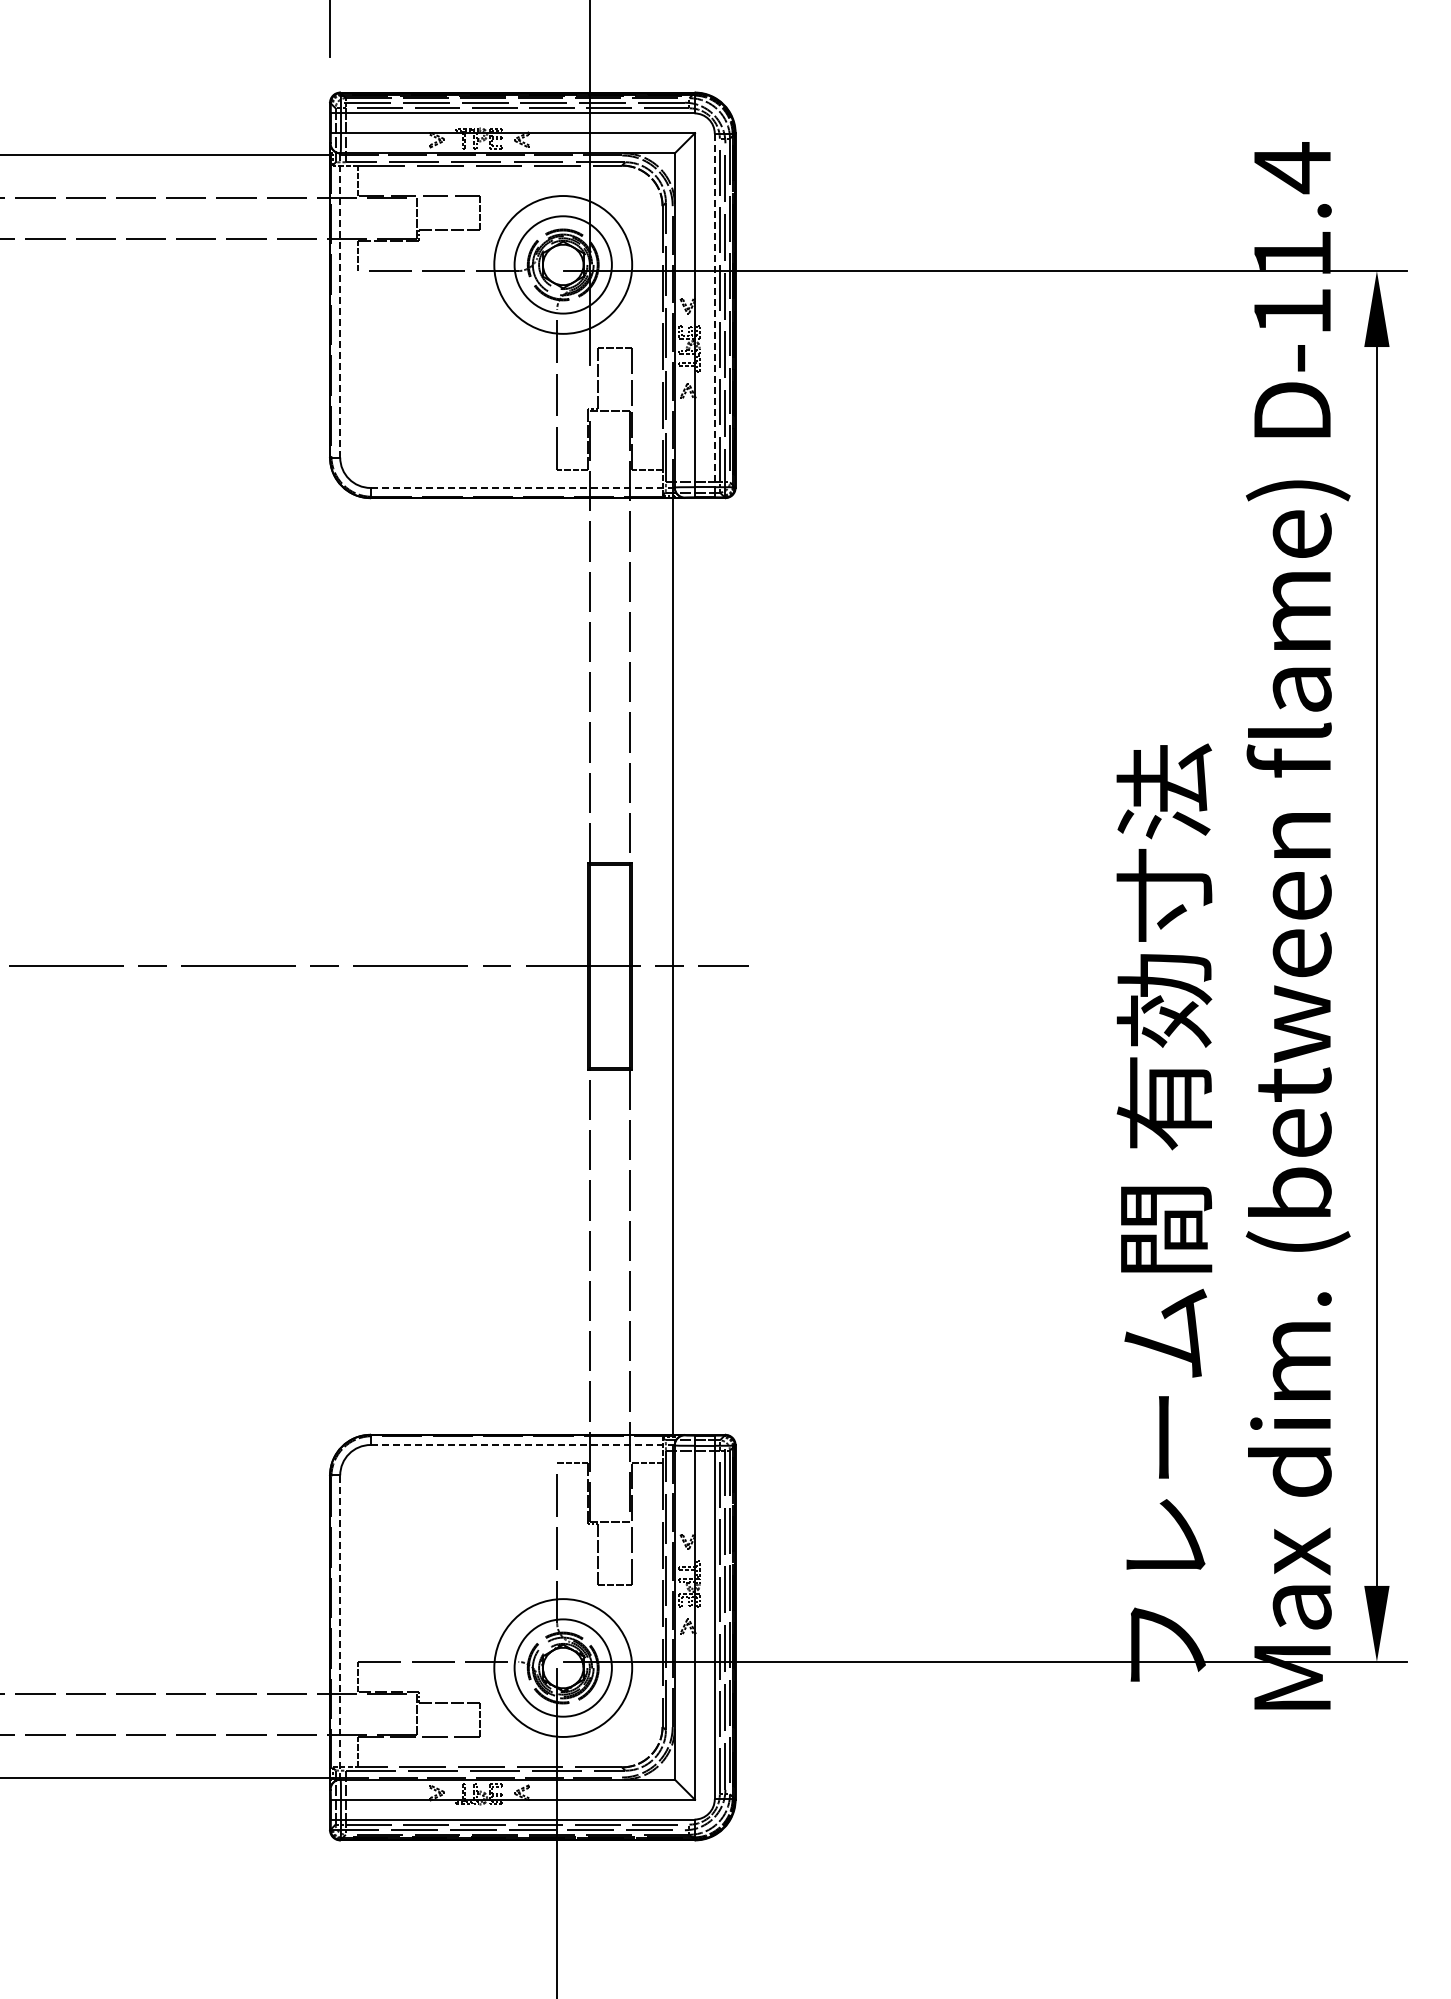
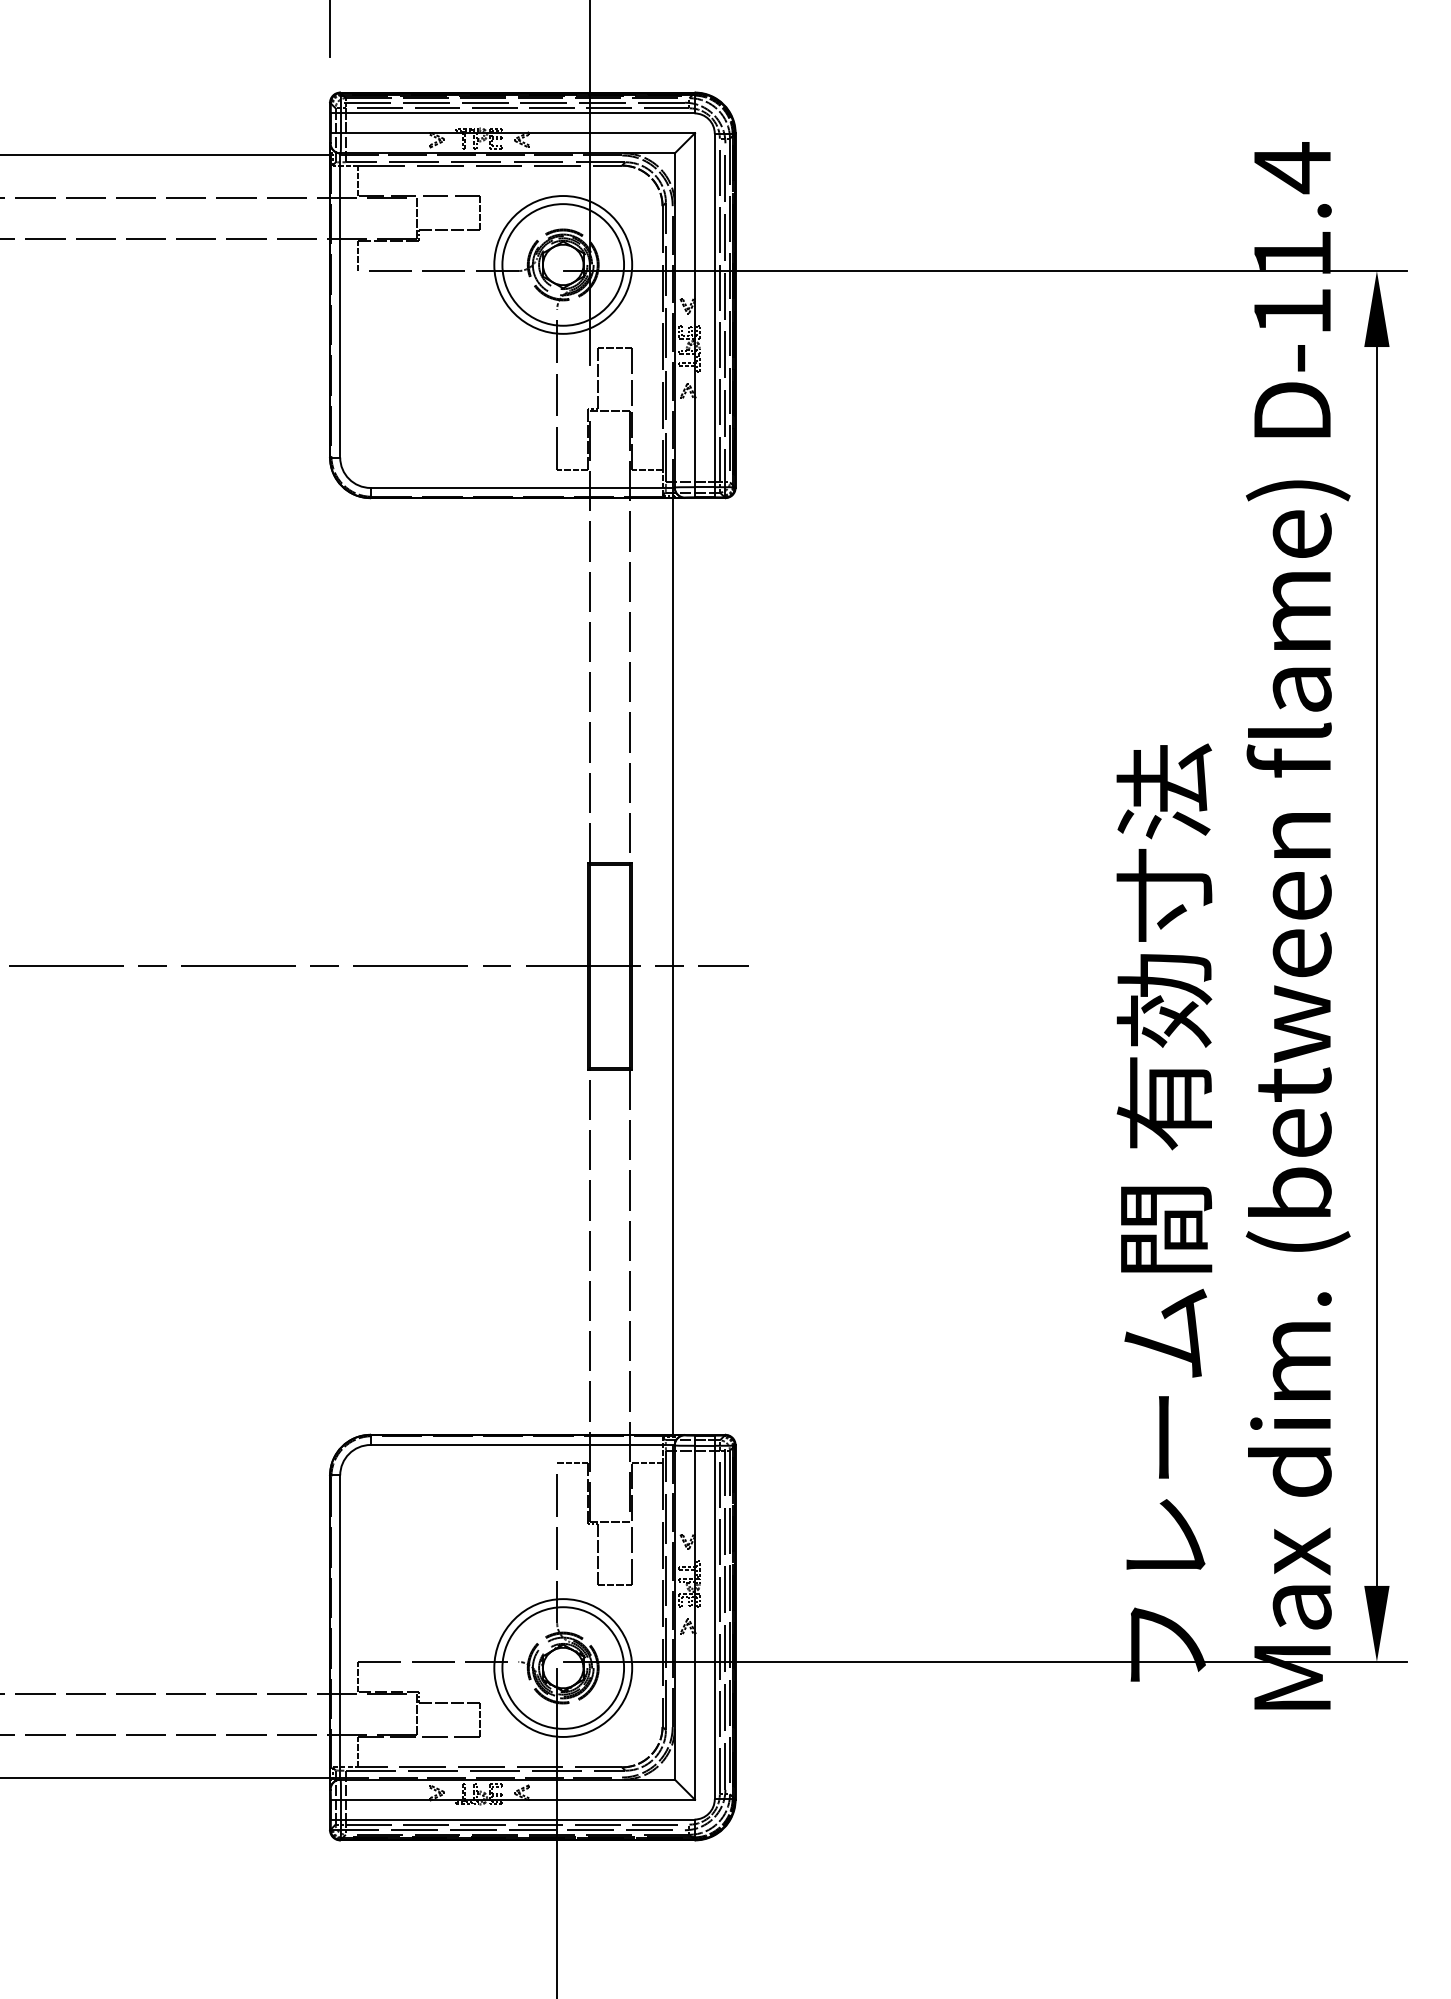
circle at (562, 264) diameter: 97 px -> 122 px
line at (340, 305): dashed -> solid
line at (714, 310): dashed -> solid
line at (522, 487): dashed -> solid
line at (523, 1445): dashed -> solid
line at (340, 1626): dashed -> solid
circle at (562, 1667) diameter: 97 px -> 122 px
